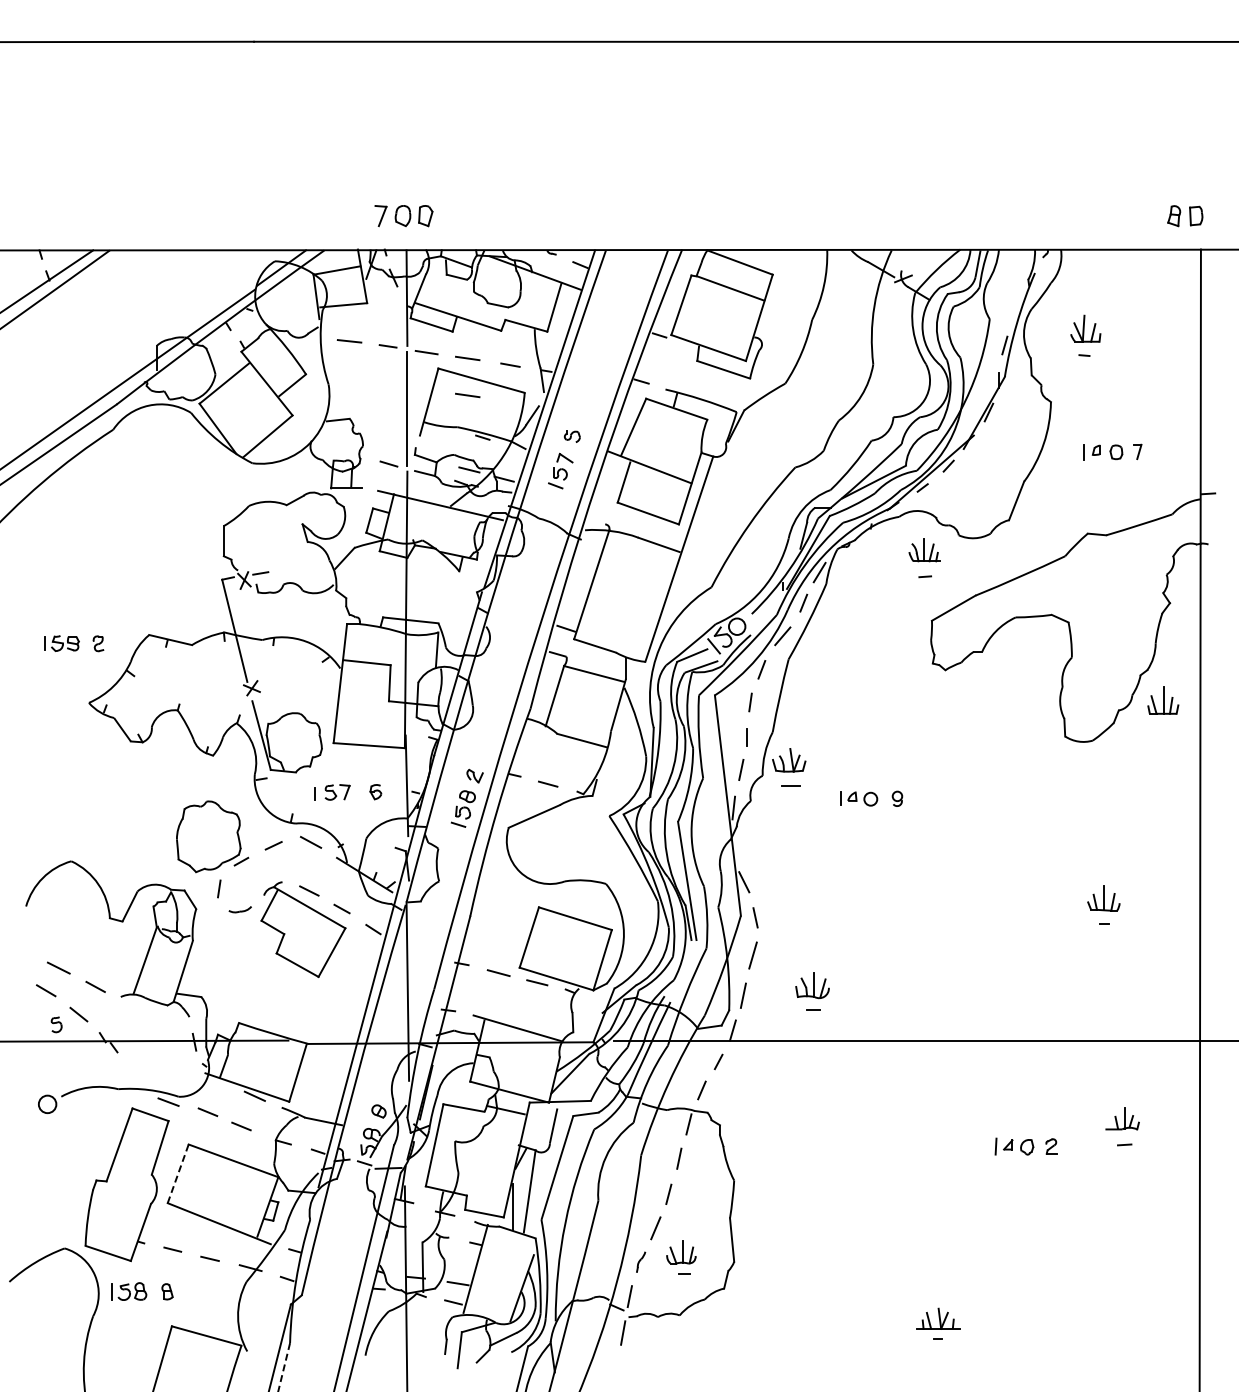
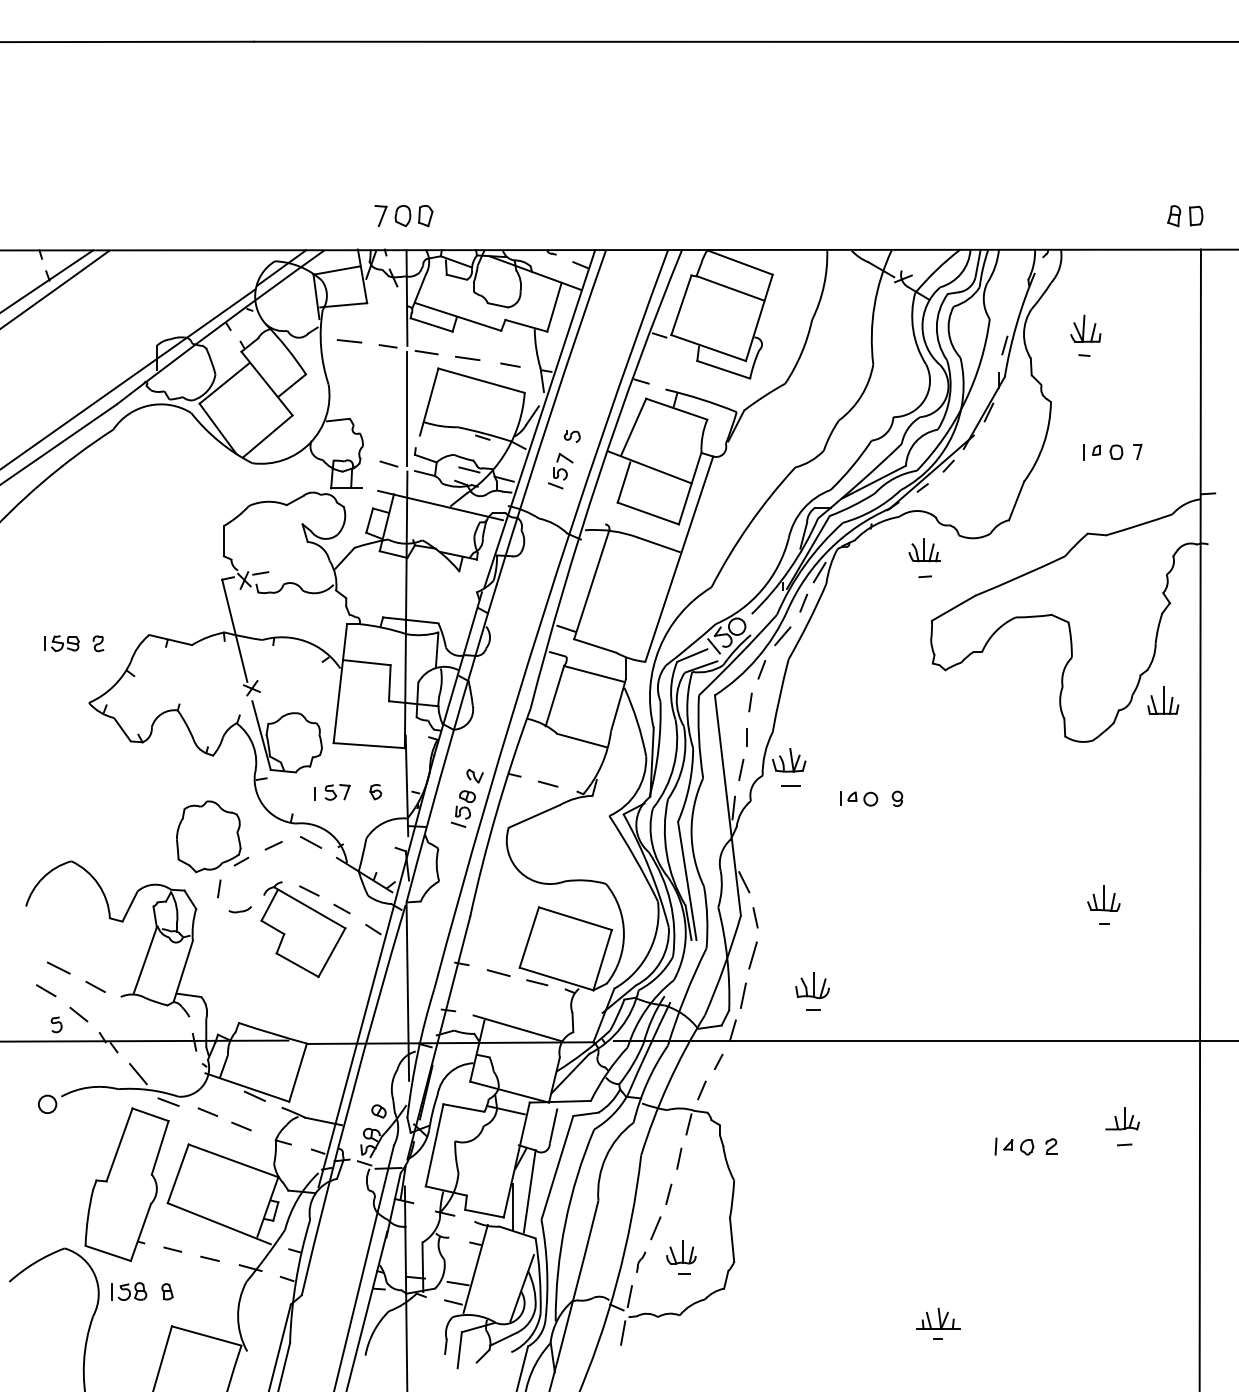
line at (467, 395): present -> none
line at (138, 1074): none -> present
line at (178, 1173): dashed -> solid
line at (284, 1367): dashed -> solid
